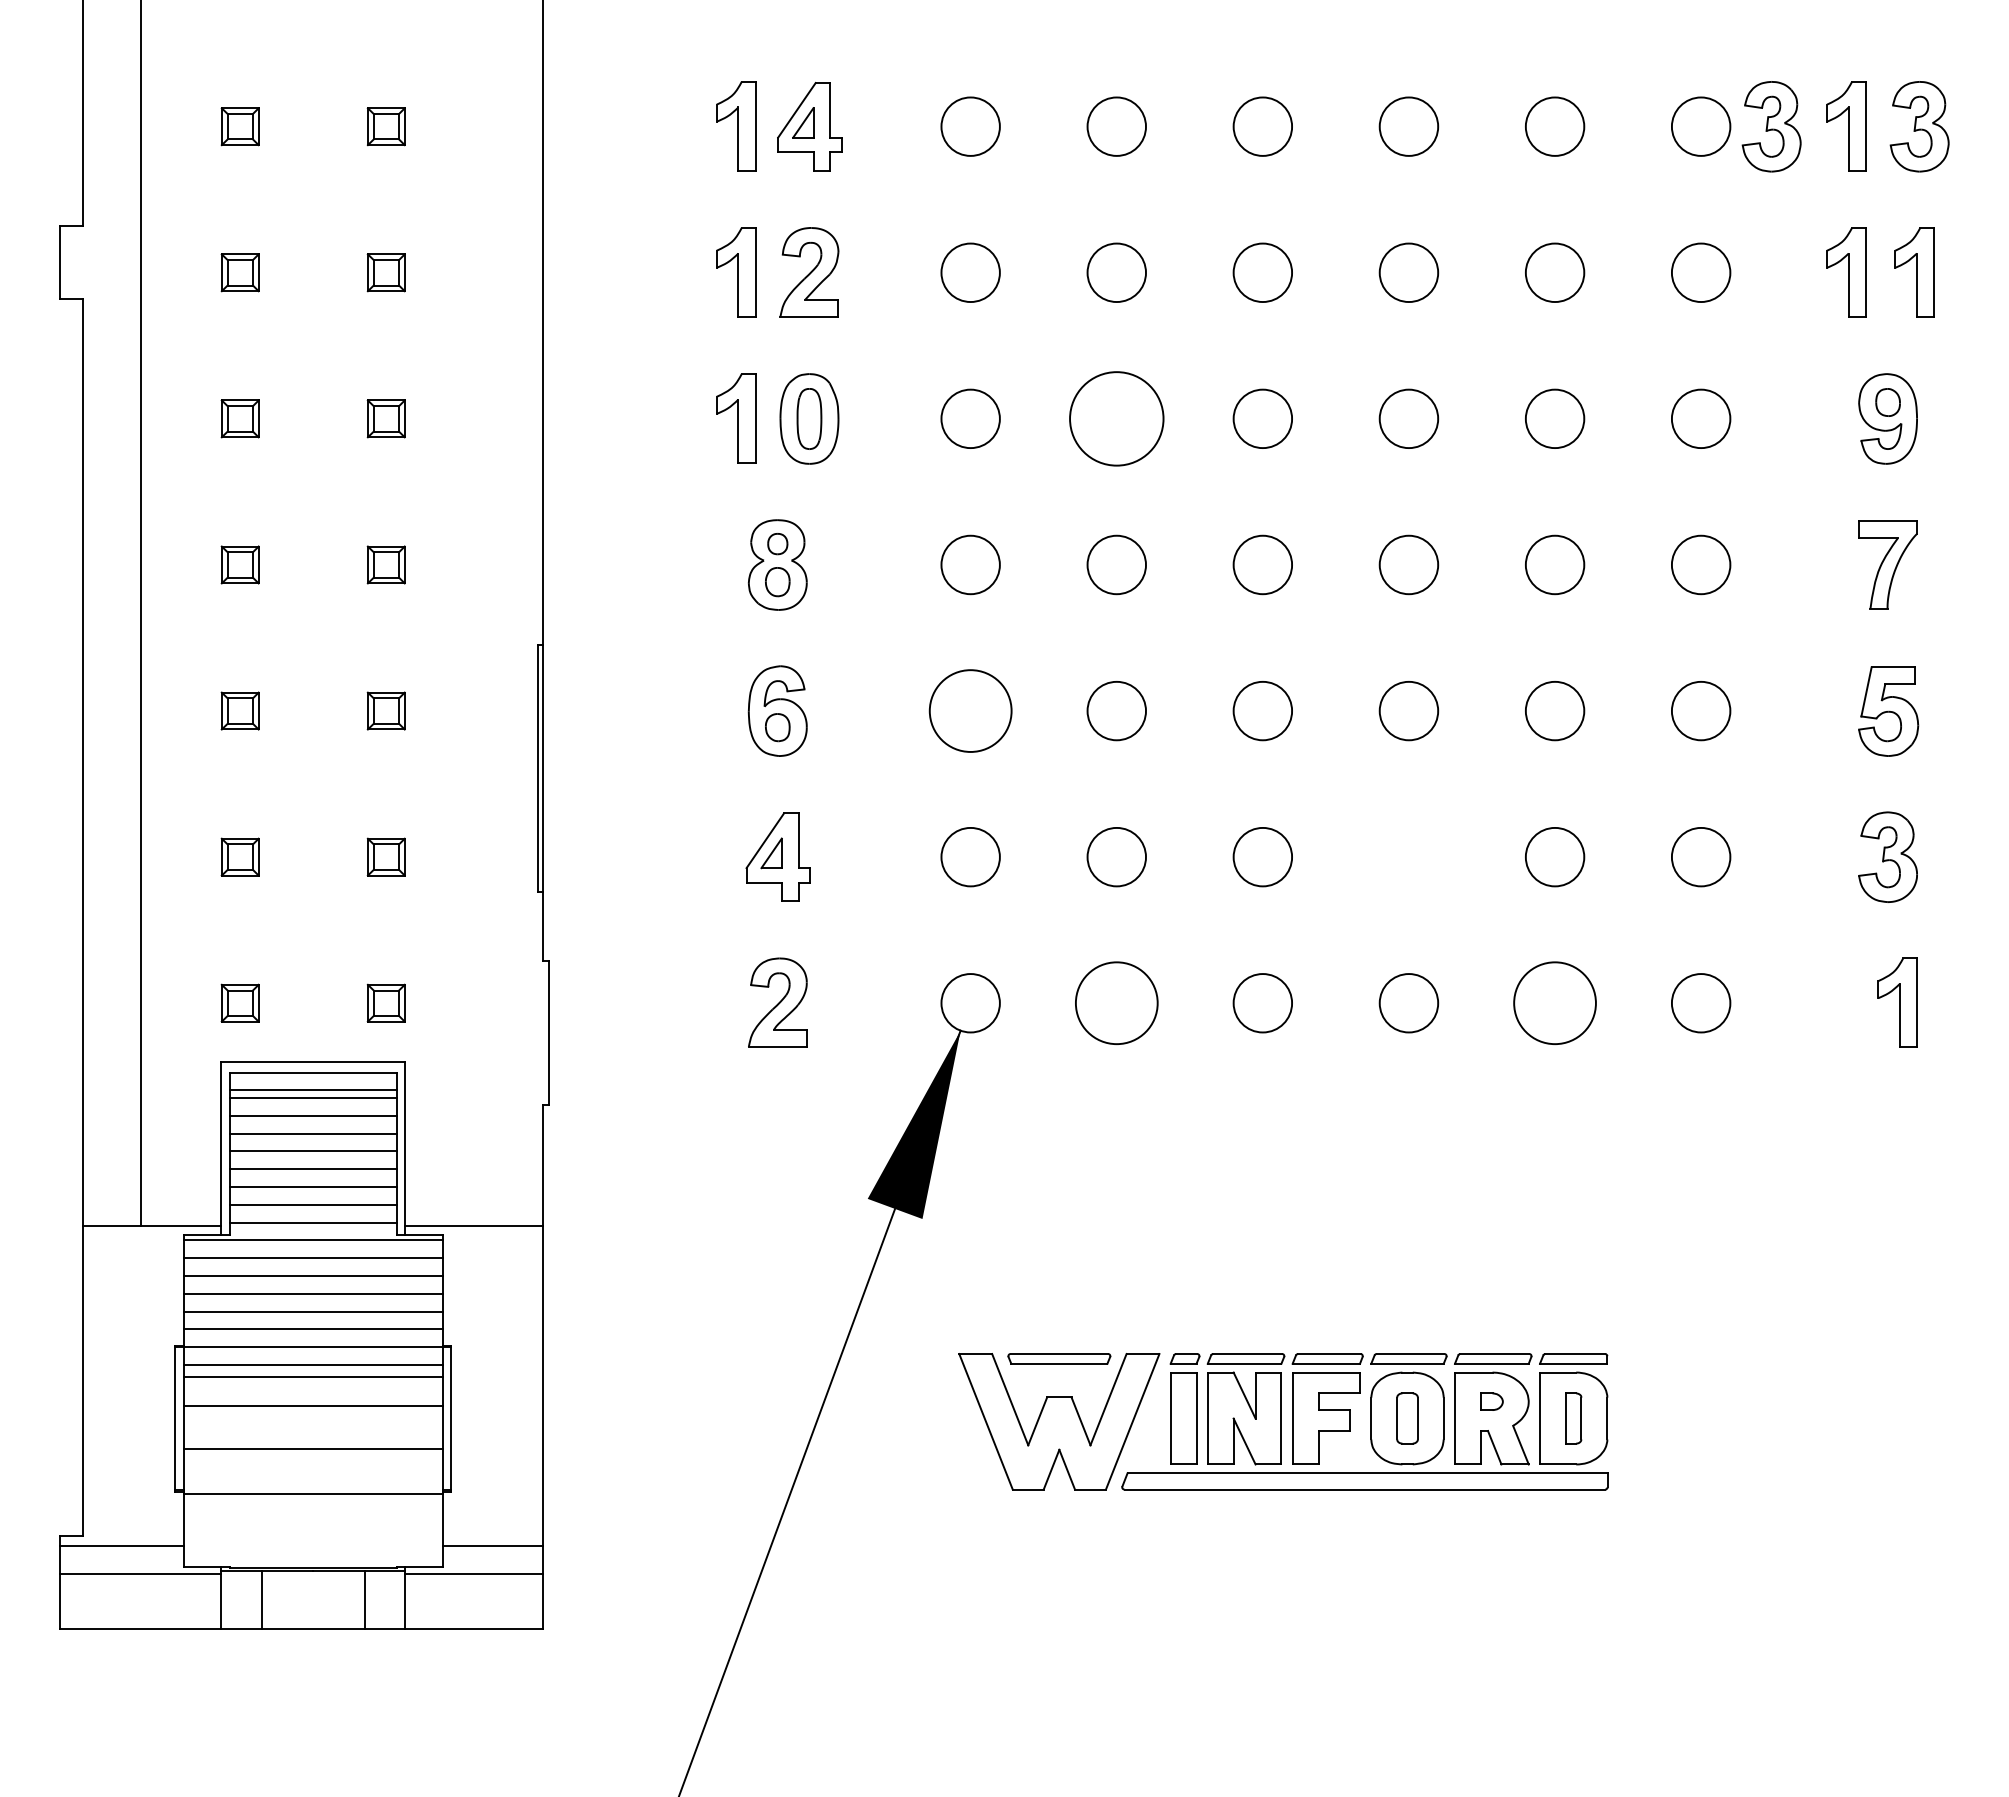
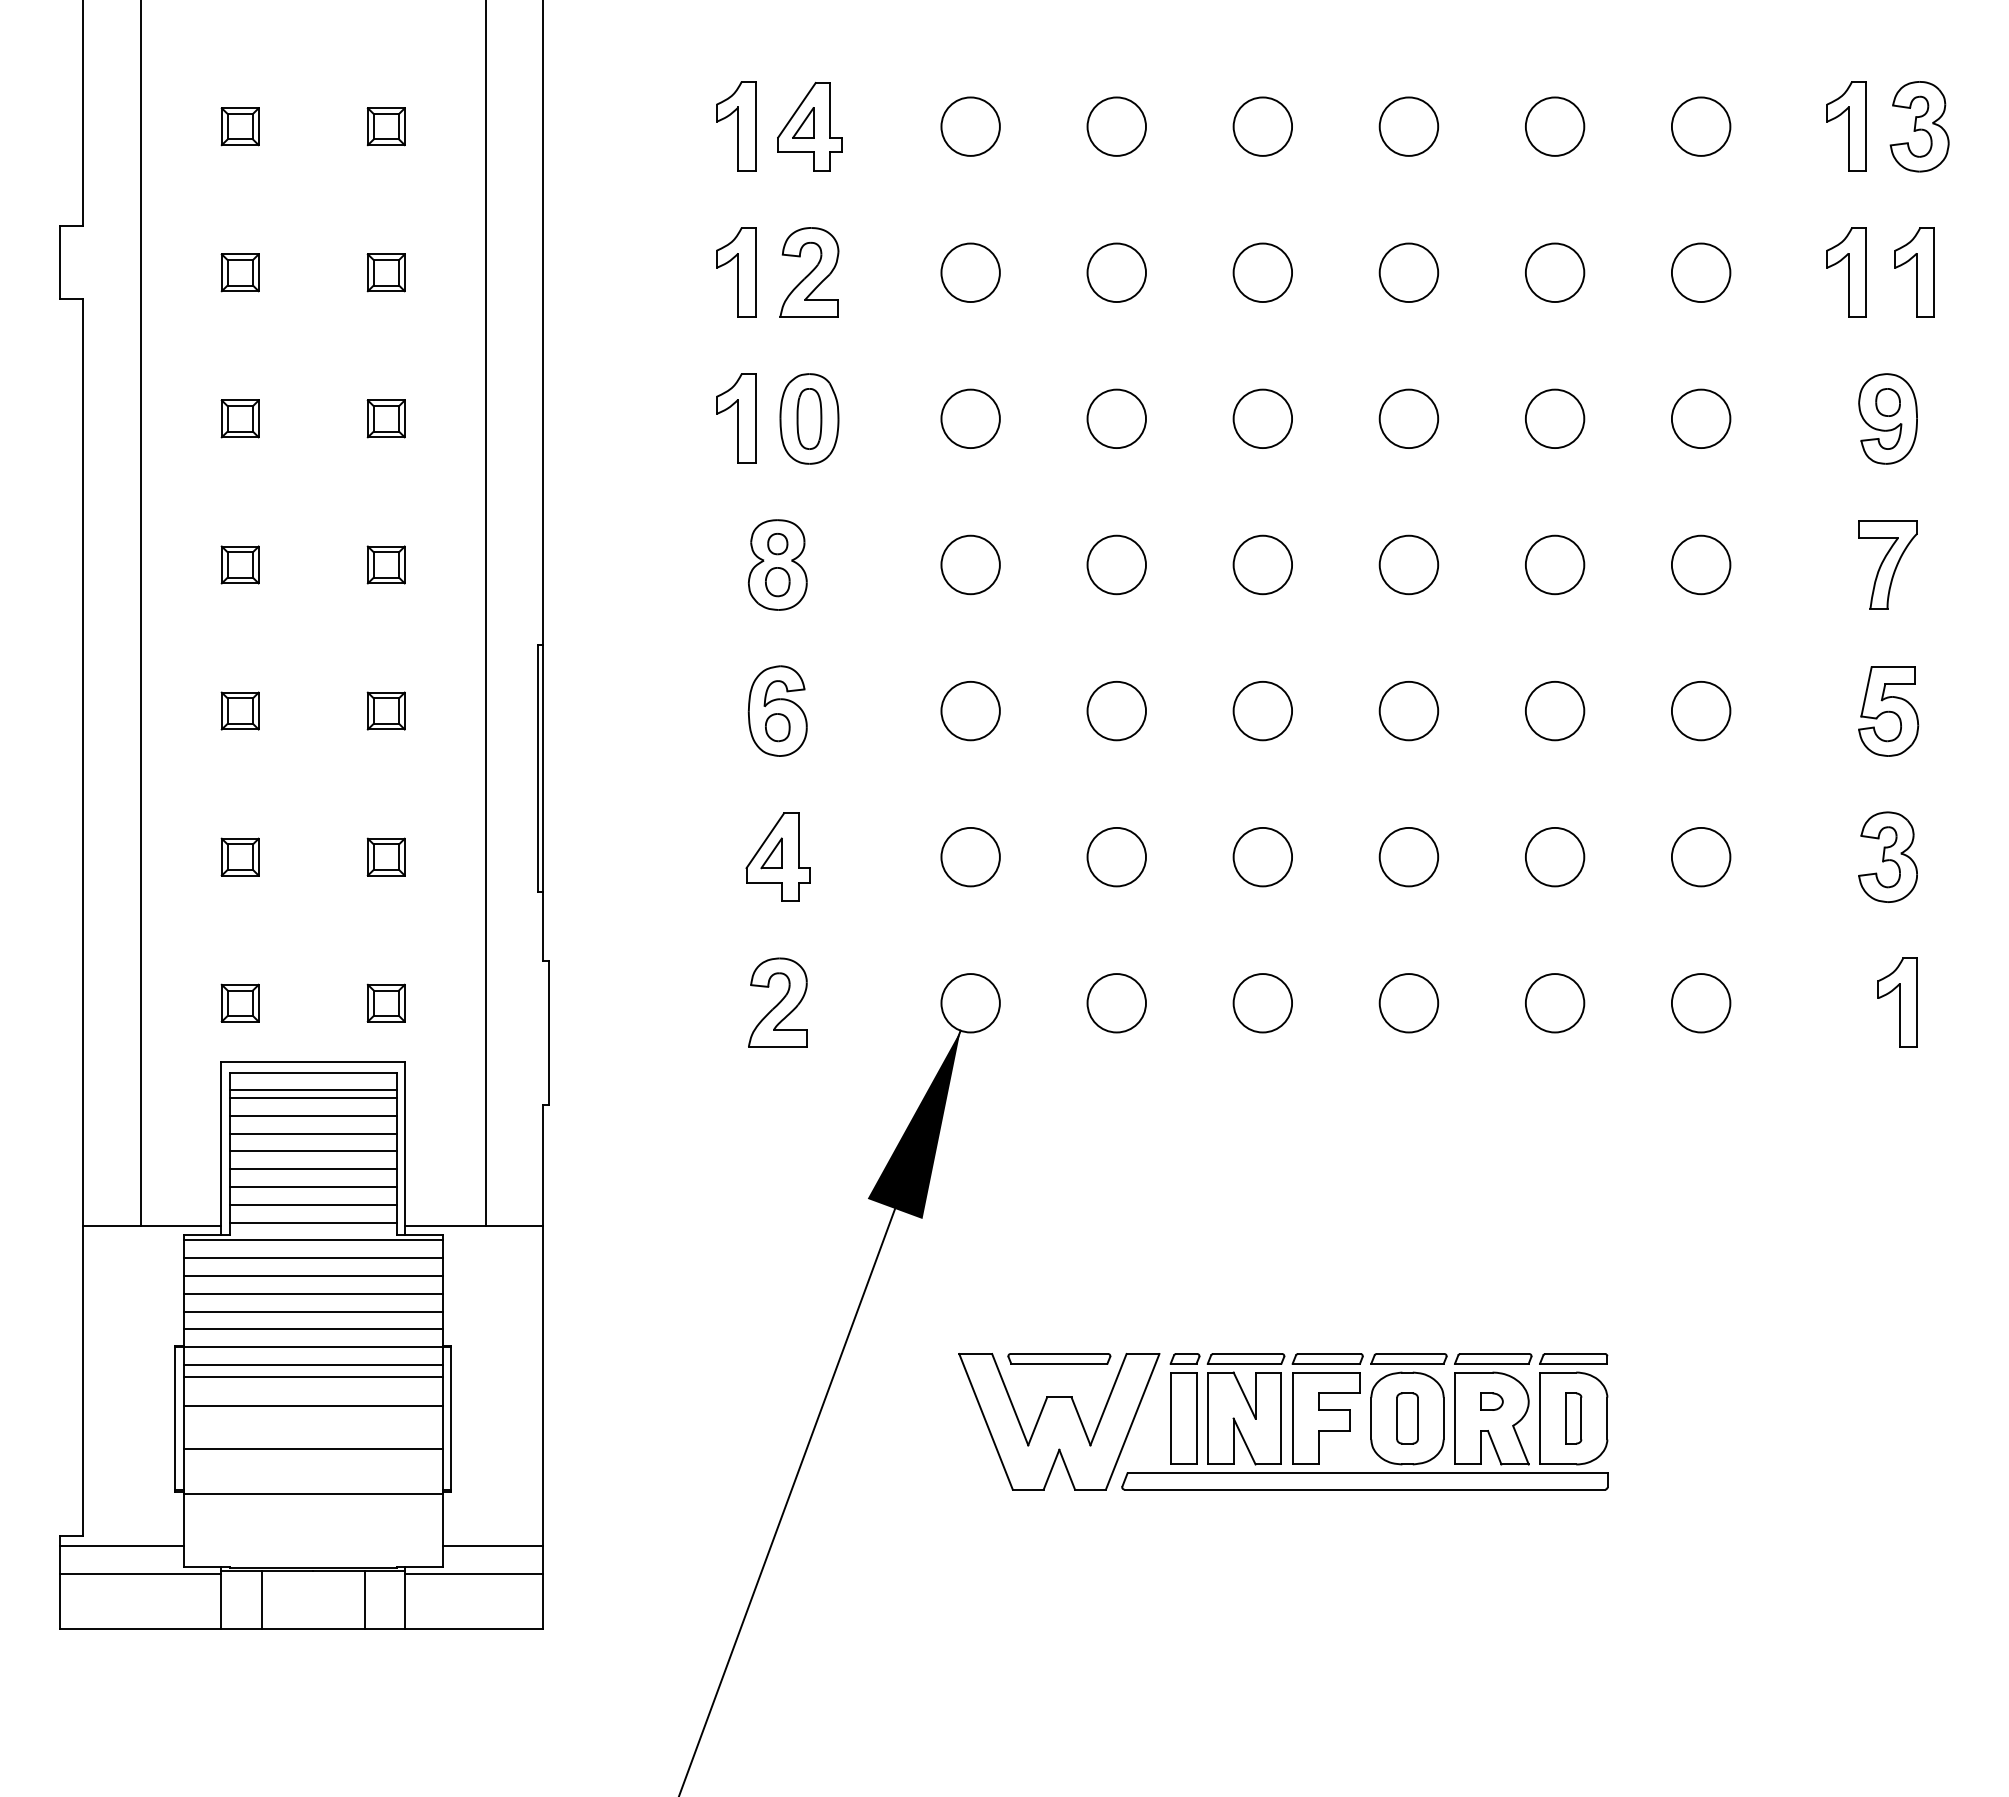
part at (1771, 126): present -> none
circle at (1116, 418) diameter: 93 px -> 58 px
line at (485, 613): none -> present
circle at (970, 710) diameter: 82 px -> 58 px
circle at (1408, 857): none -> present
circle at (1116, 1003) diameter: 82 px -> 58 px
circle at (1554, 1003) diameter: 82 px -> 58 px
